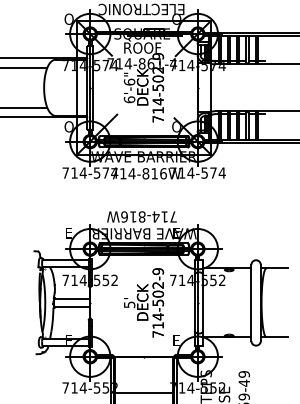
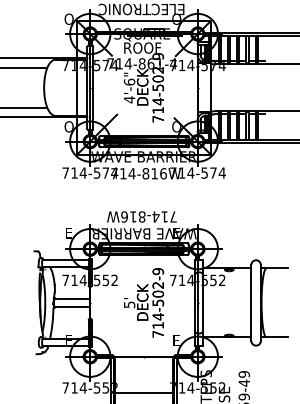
text at (129, 99): 6'-6" -> 4'-6"
